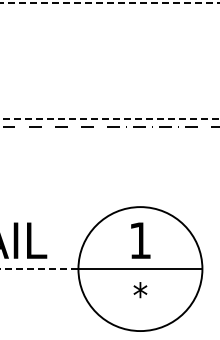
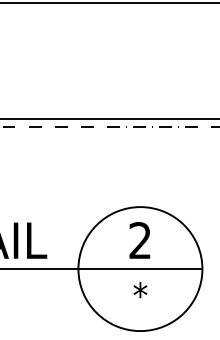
line at (0, 2): dashed -> solid
text at (139, 240): 1 -> 2
line at (39, 269): dashed -> solid
